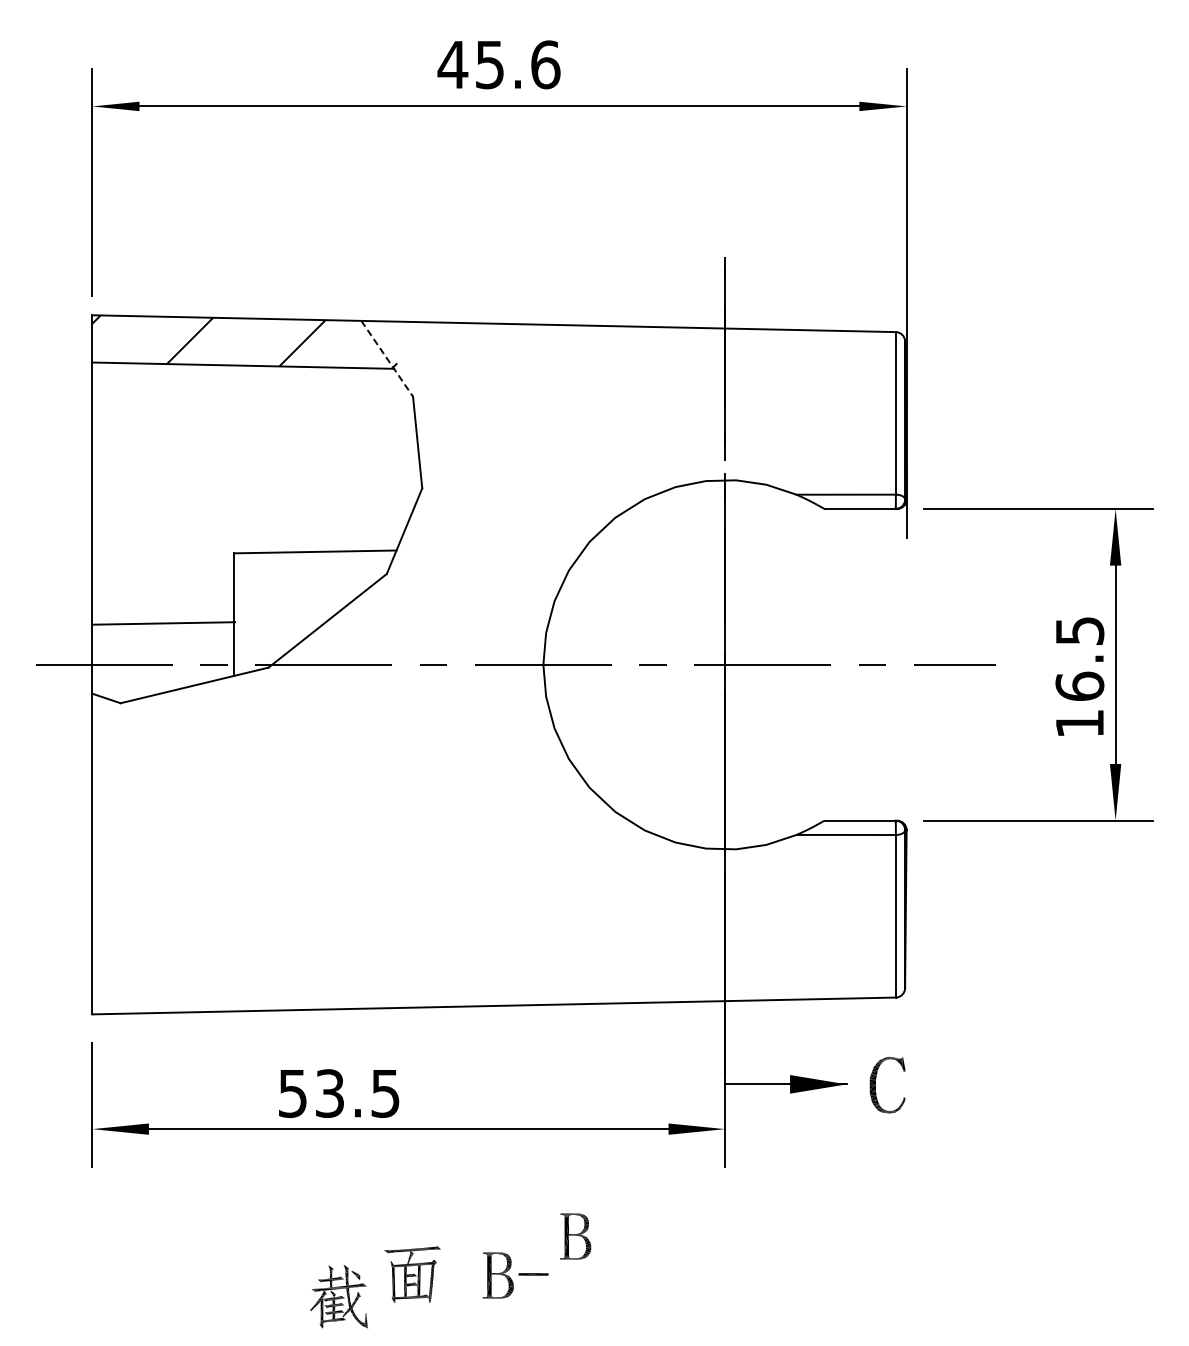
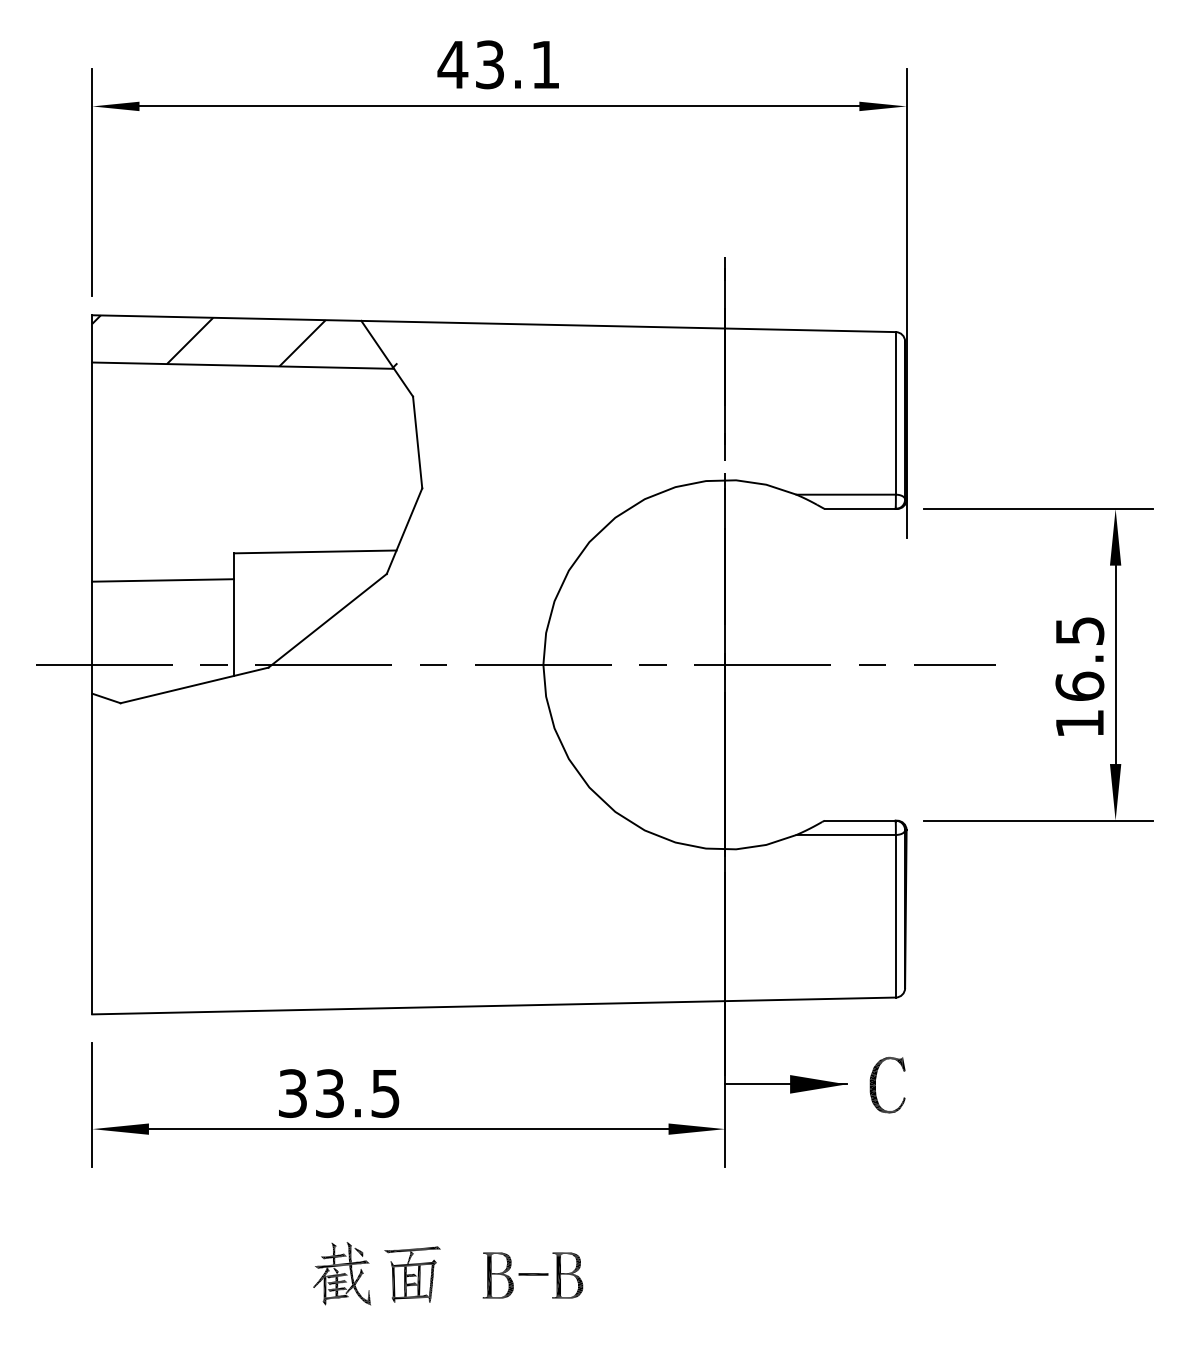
text at (518, 64): 45.6 -> 43.1
line at (387, 358): dashed -> solid
line at (163, 623) position: (163, 623) -> (162, 580)
text at (292, 1093): 53.5 -> 33.5
part at (575, 1236) position: (575, 1236) -> (567, 1275)
part at (339, 1296) position: (339, 1296) -> (342, 1273)
